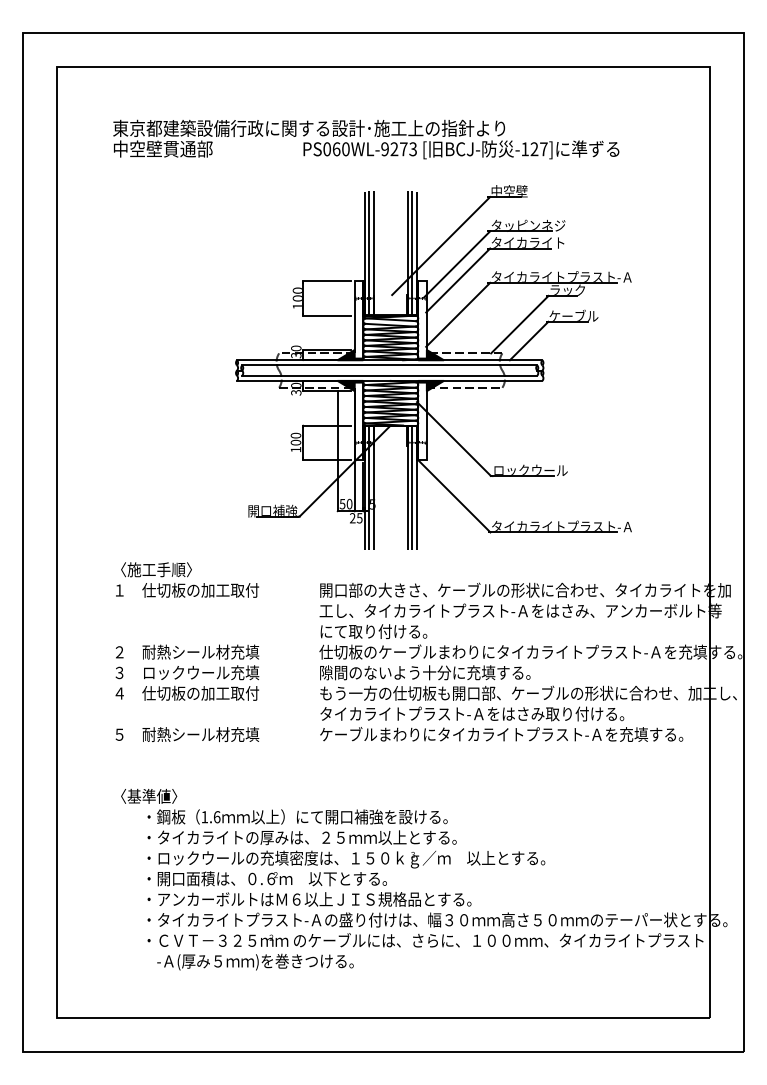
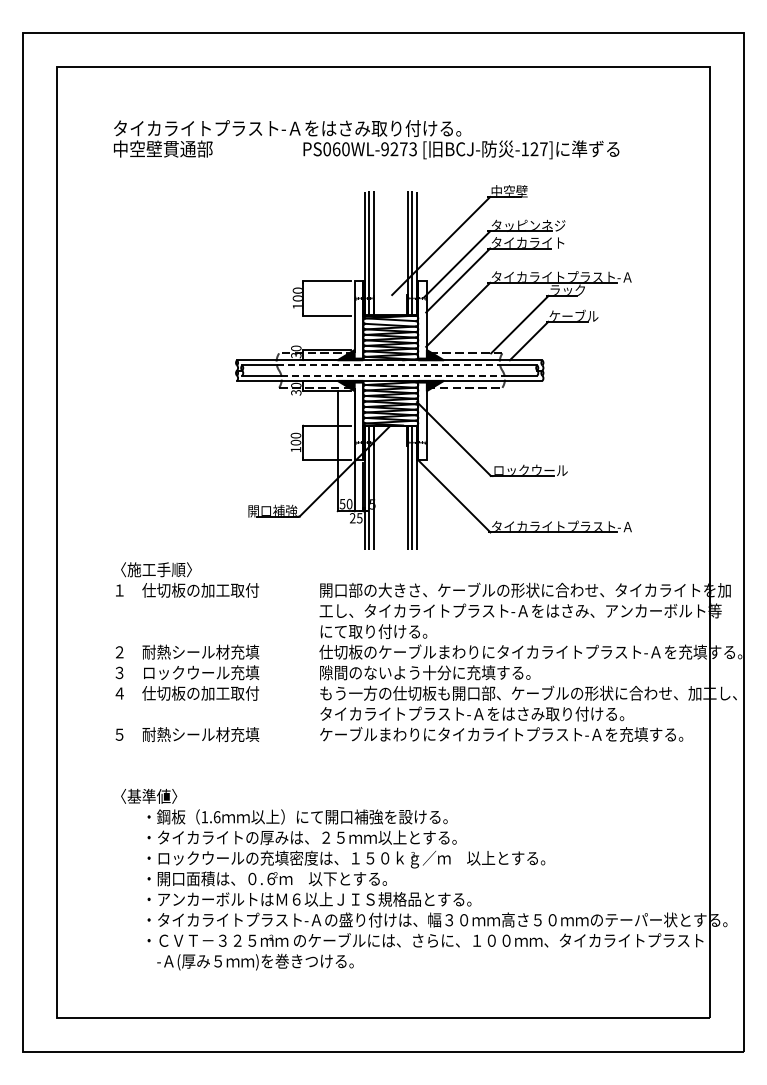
text at (309, 128): 東京都建築設備行政に関する設計･施工上の指針より -> タイカライトプラスト-Ａをはさみ取り付ける。
line at (388, 365): solid -> dashed
line at (392, 375): solid -> dashed
